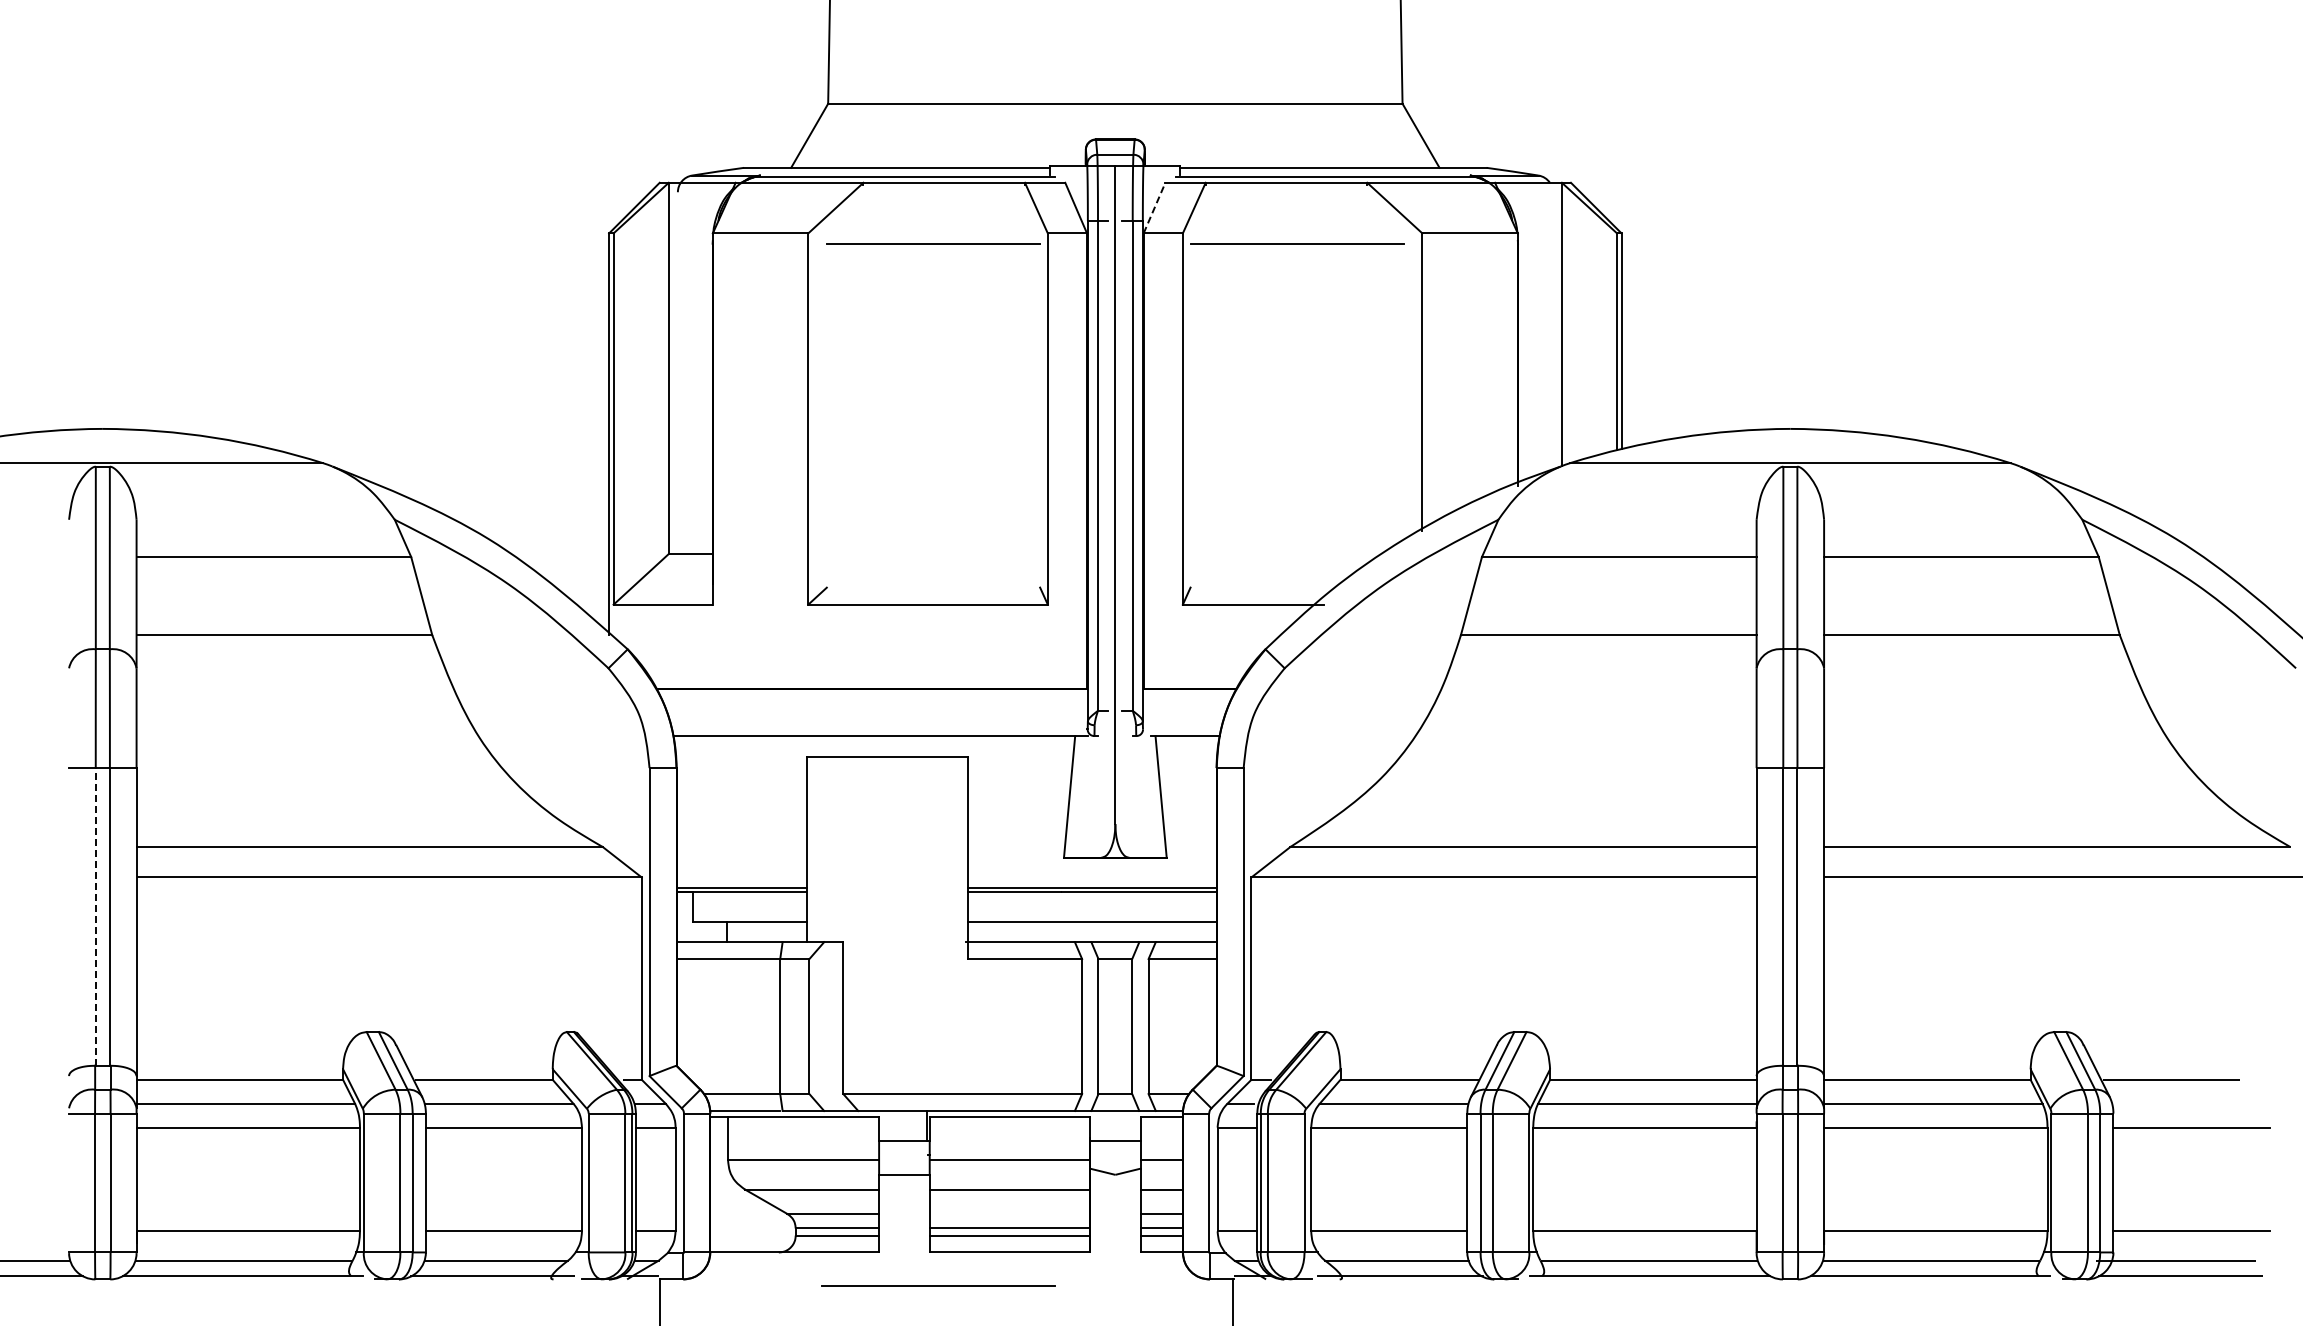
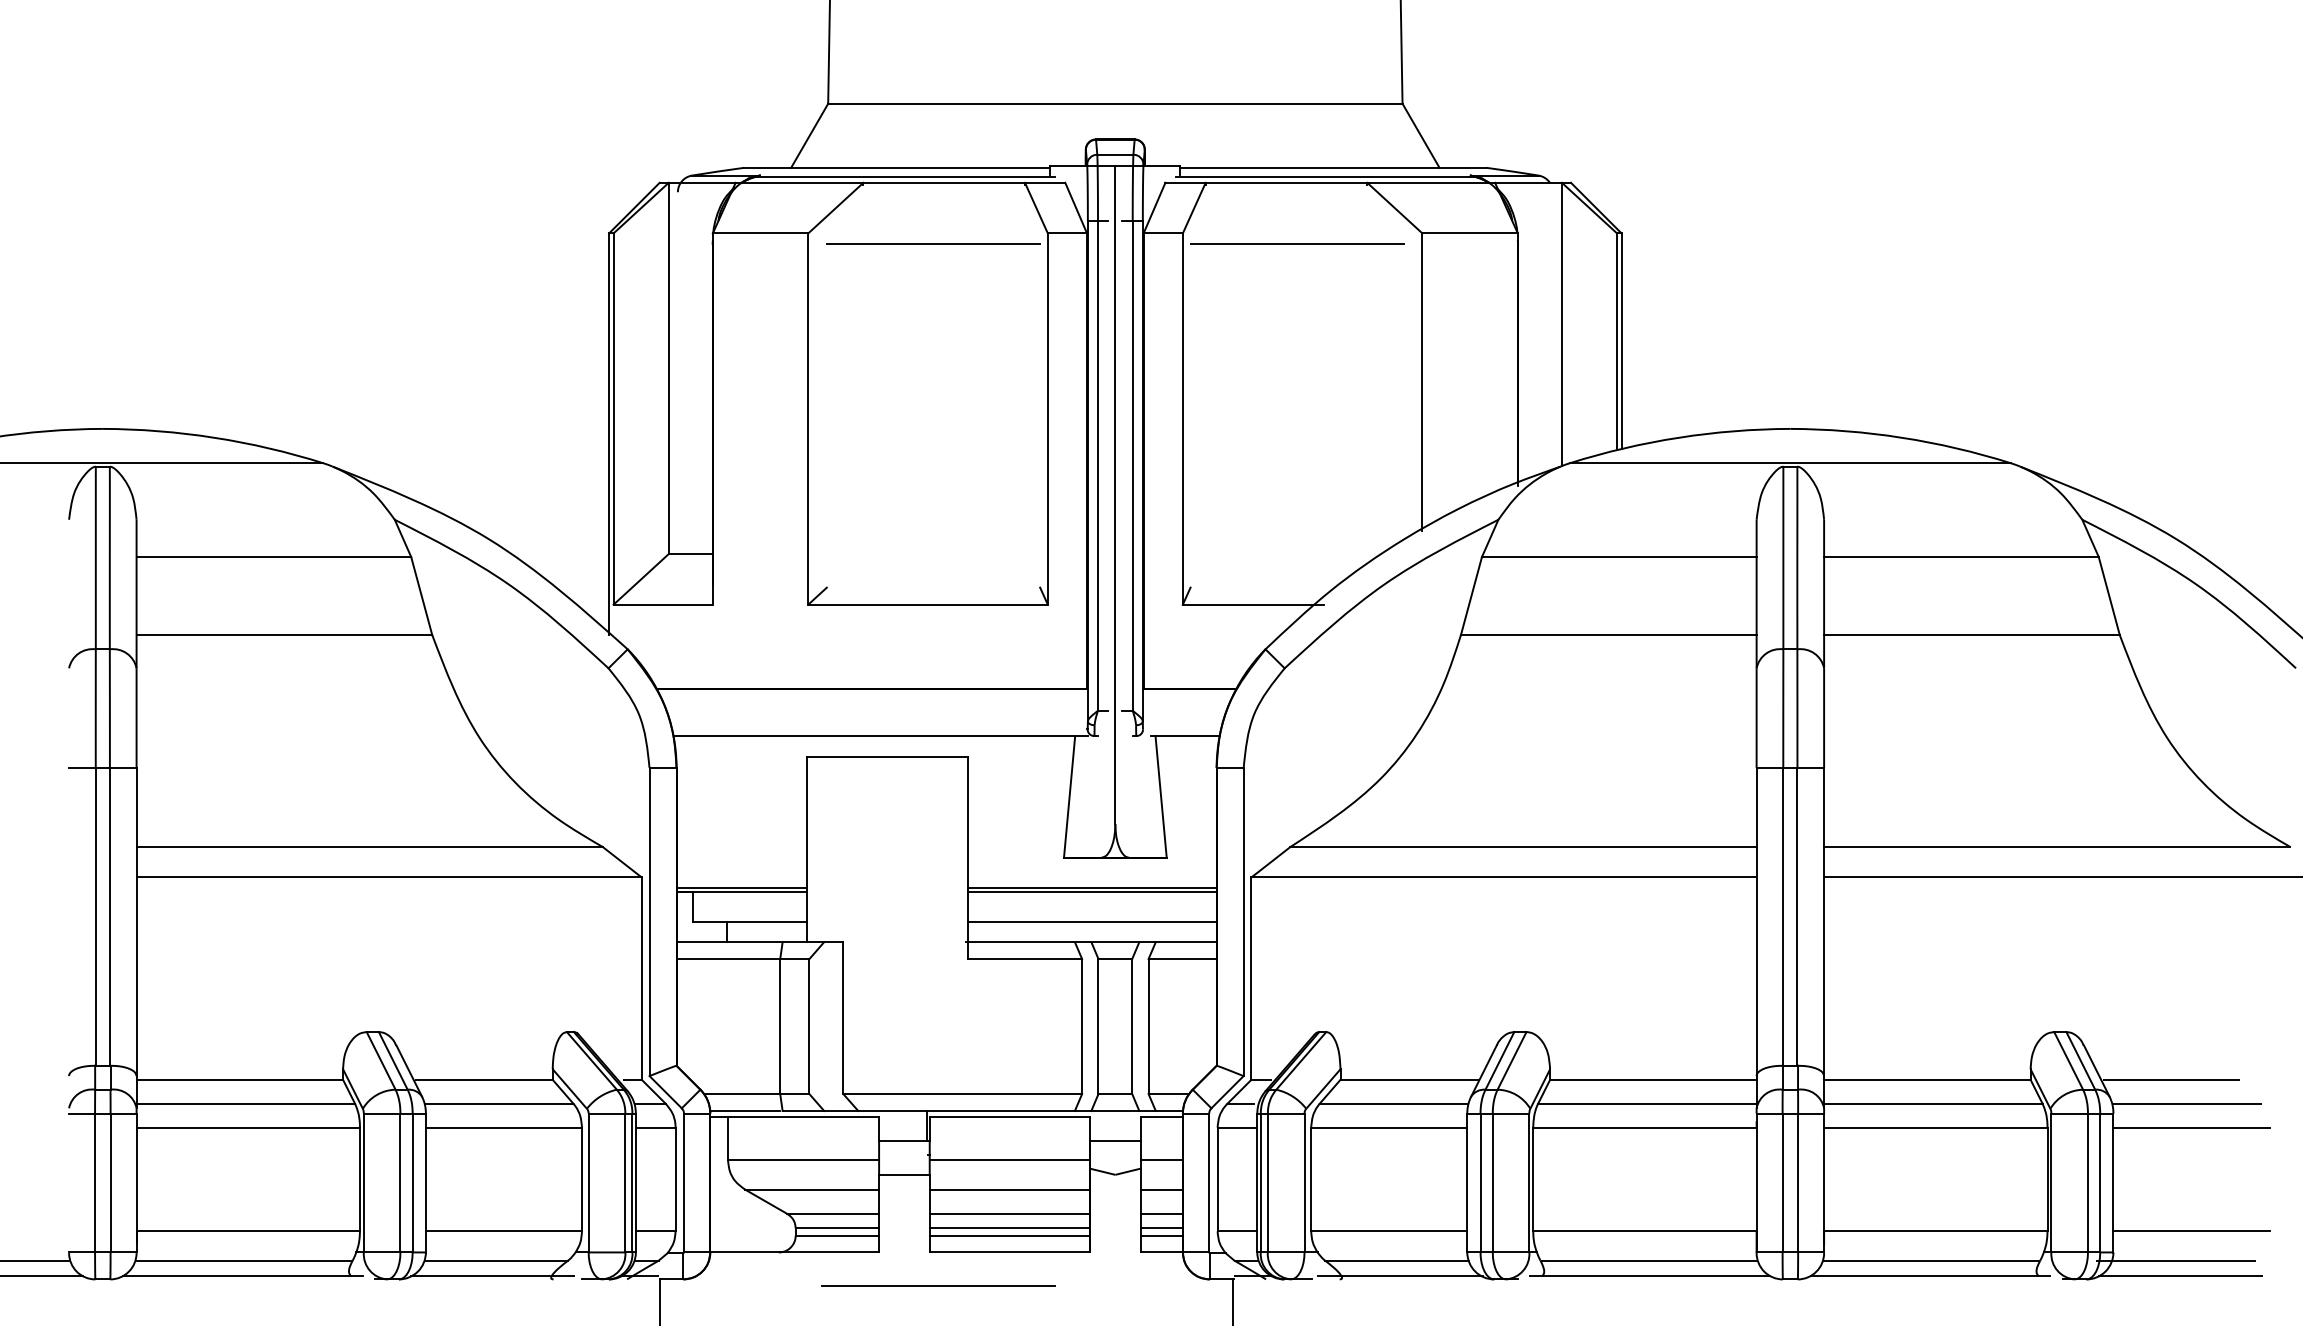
line at (1154, 208): dashed -> solid
line at (95, 916): dashed -> solid
line at (2186, 1103): none -> present
line at (1009, 1213): none -> present
